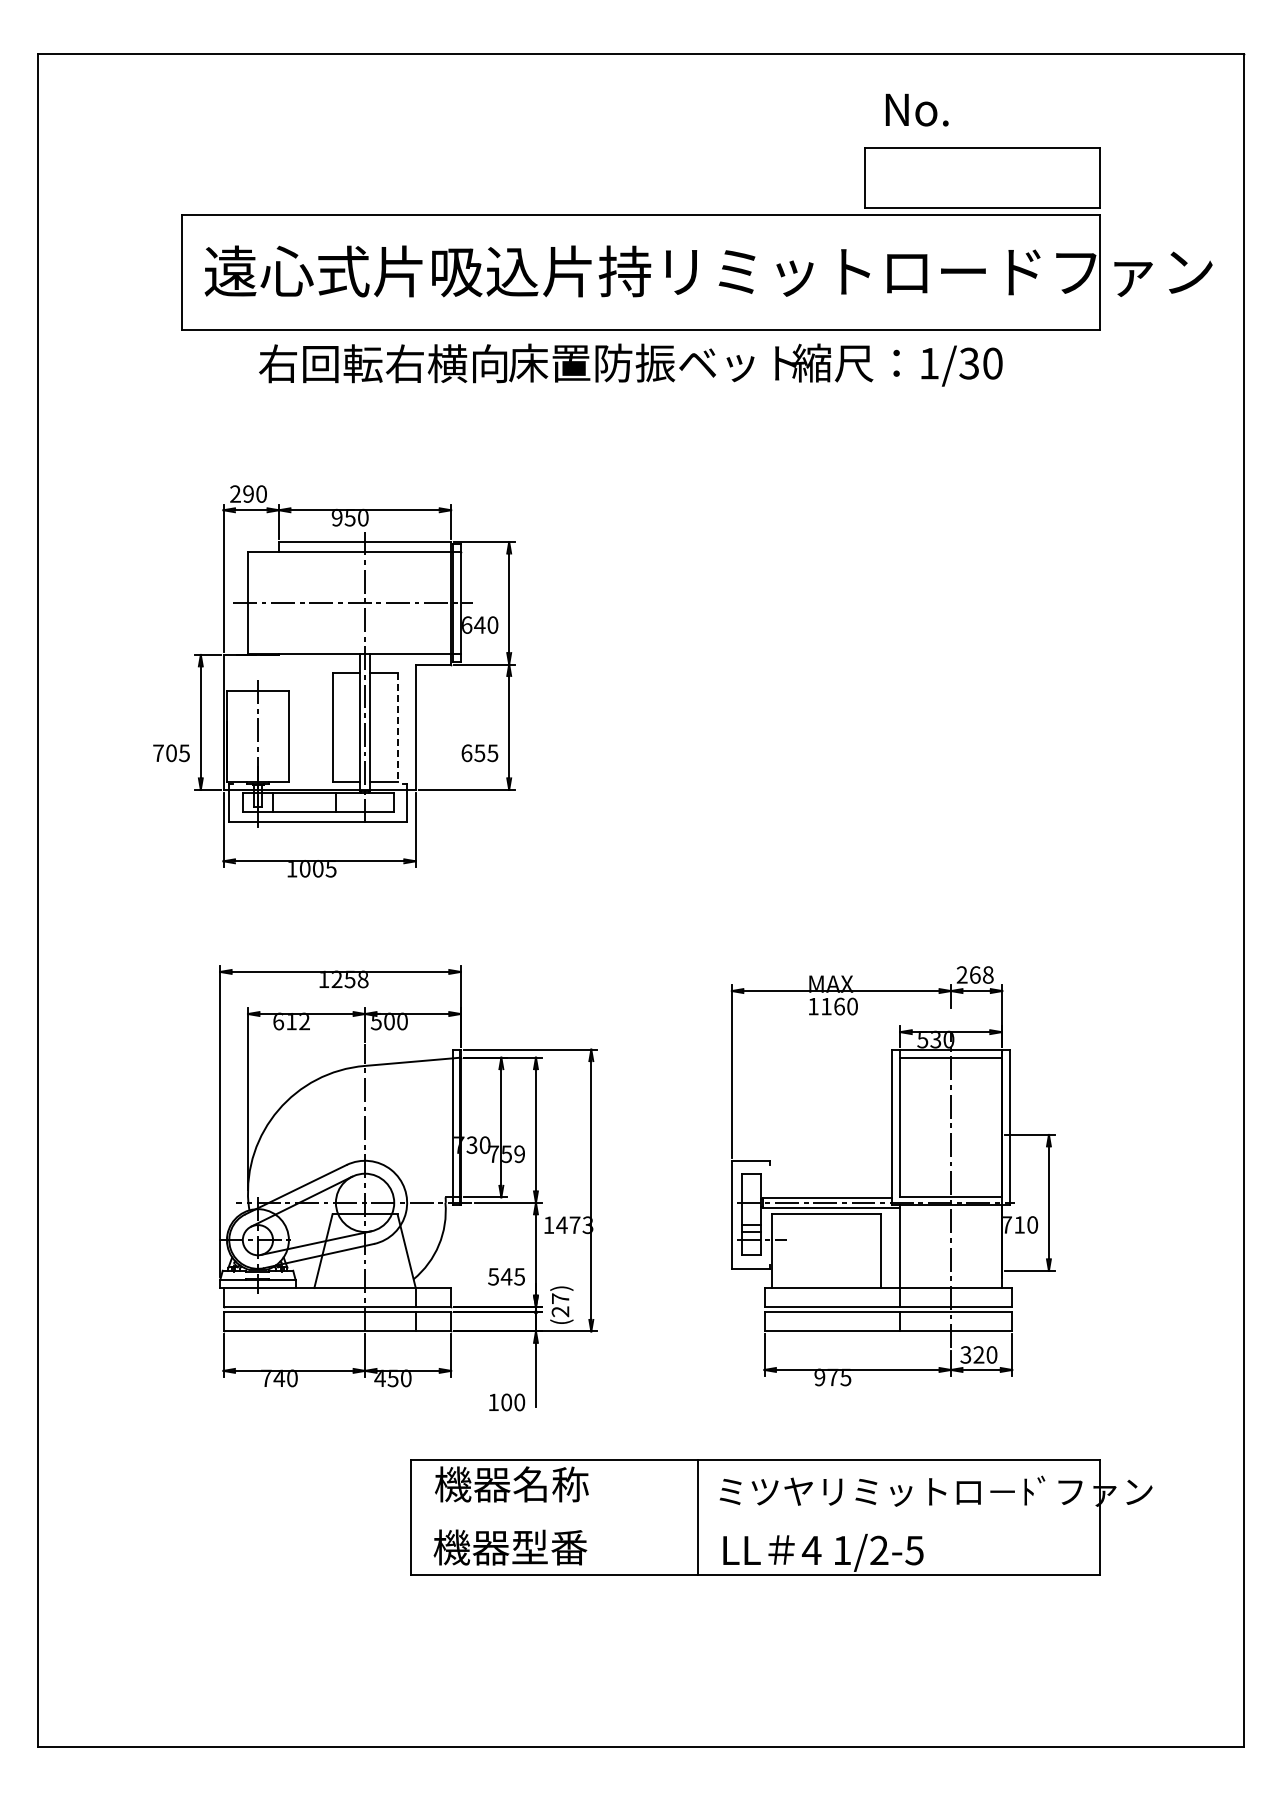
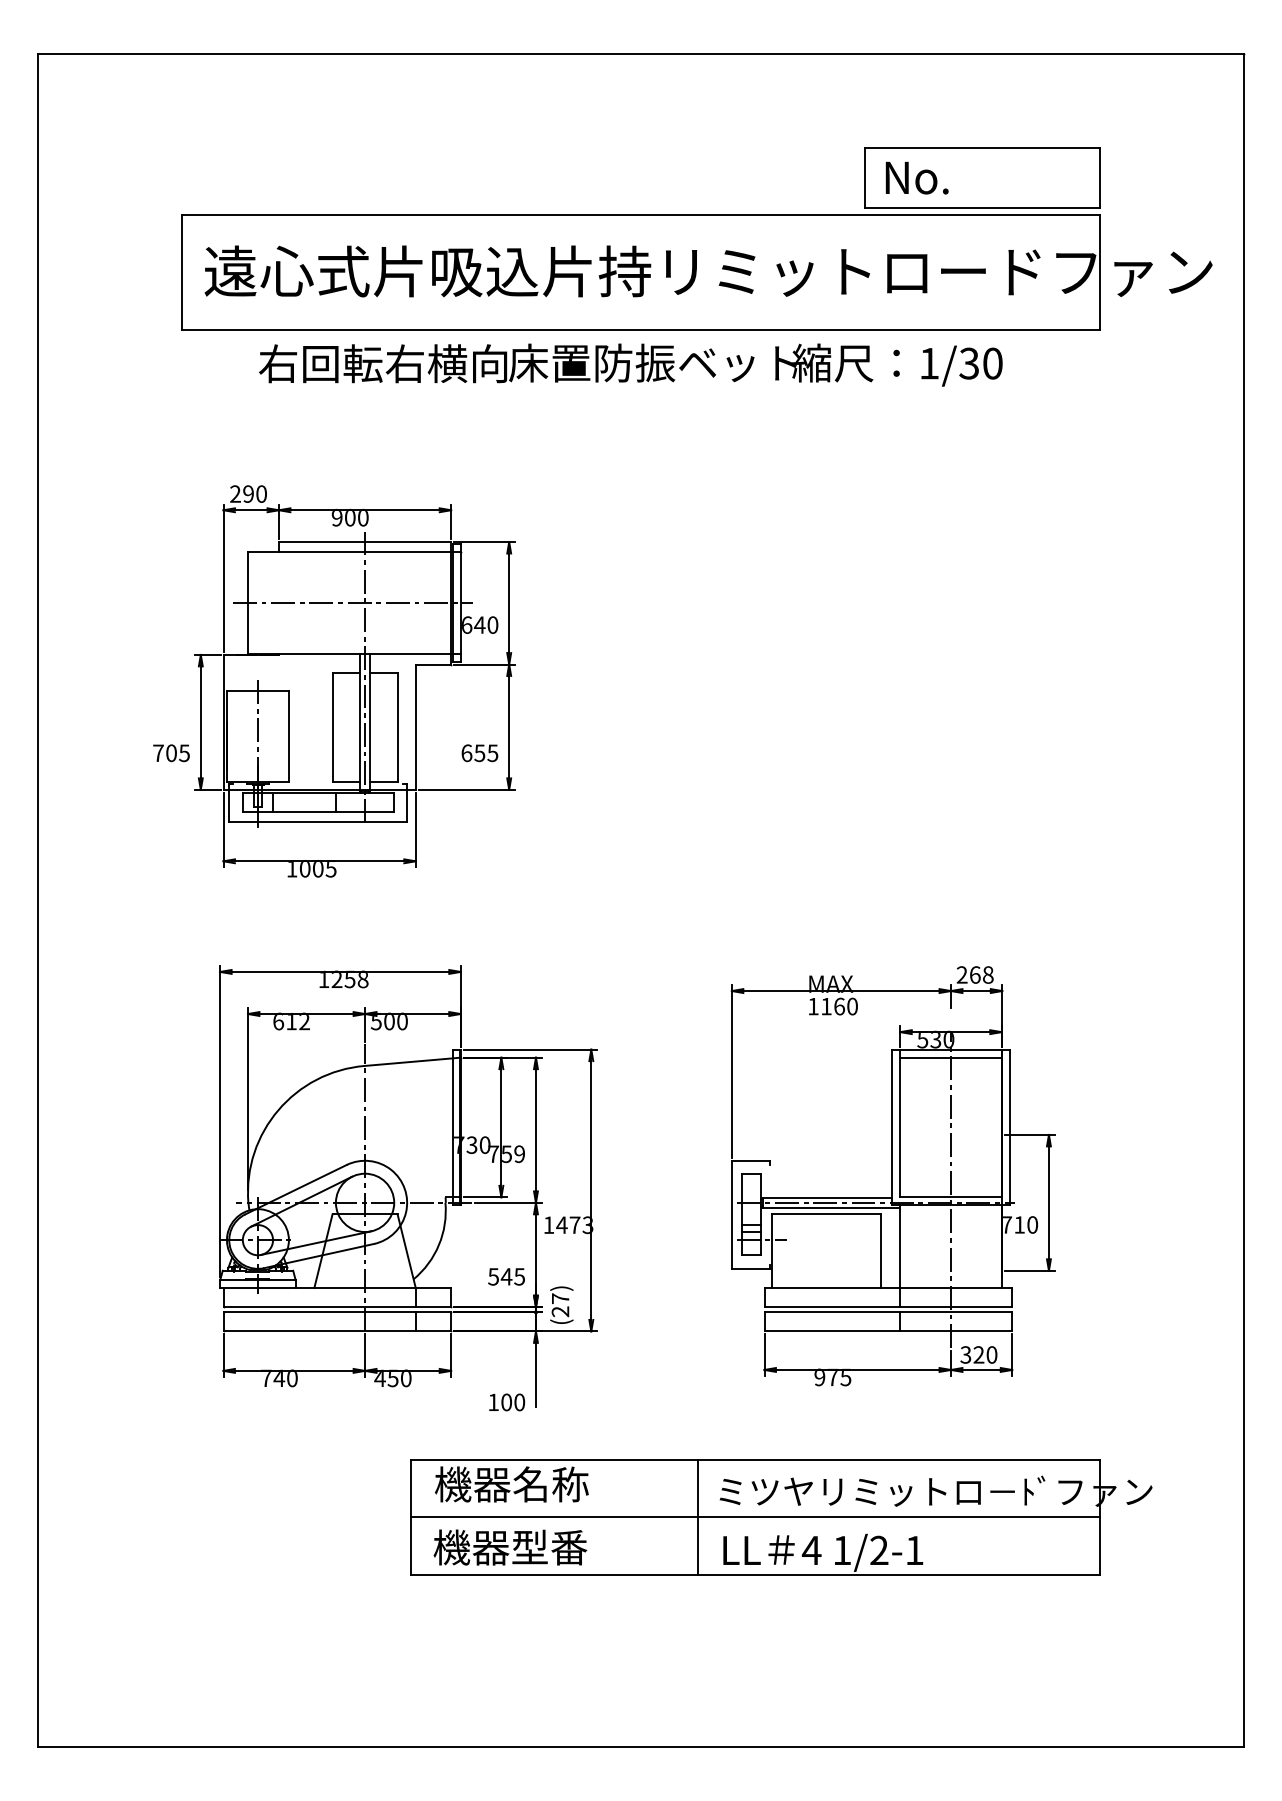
text at (916, 109) position: (916, 109) -> (916, 177)
text at (349, 517): 950 -> 900
line at (397, 727): dashed -> solid
line at (755, 1517): none -> present
text at (914, 1550): 1/2-5 -> 1/2-1
